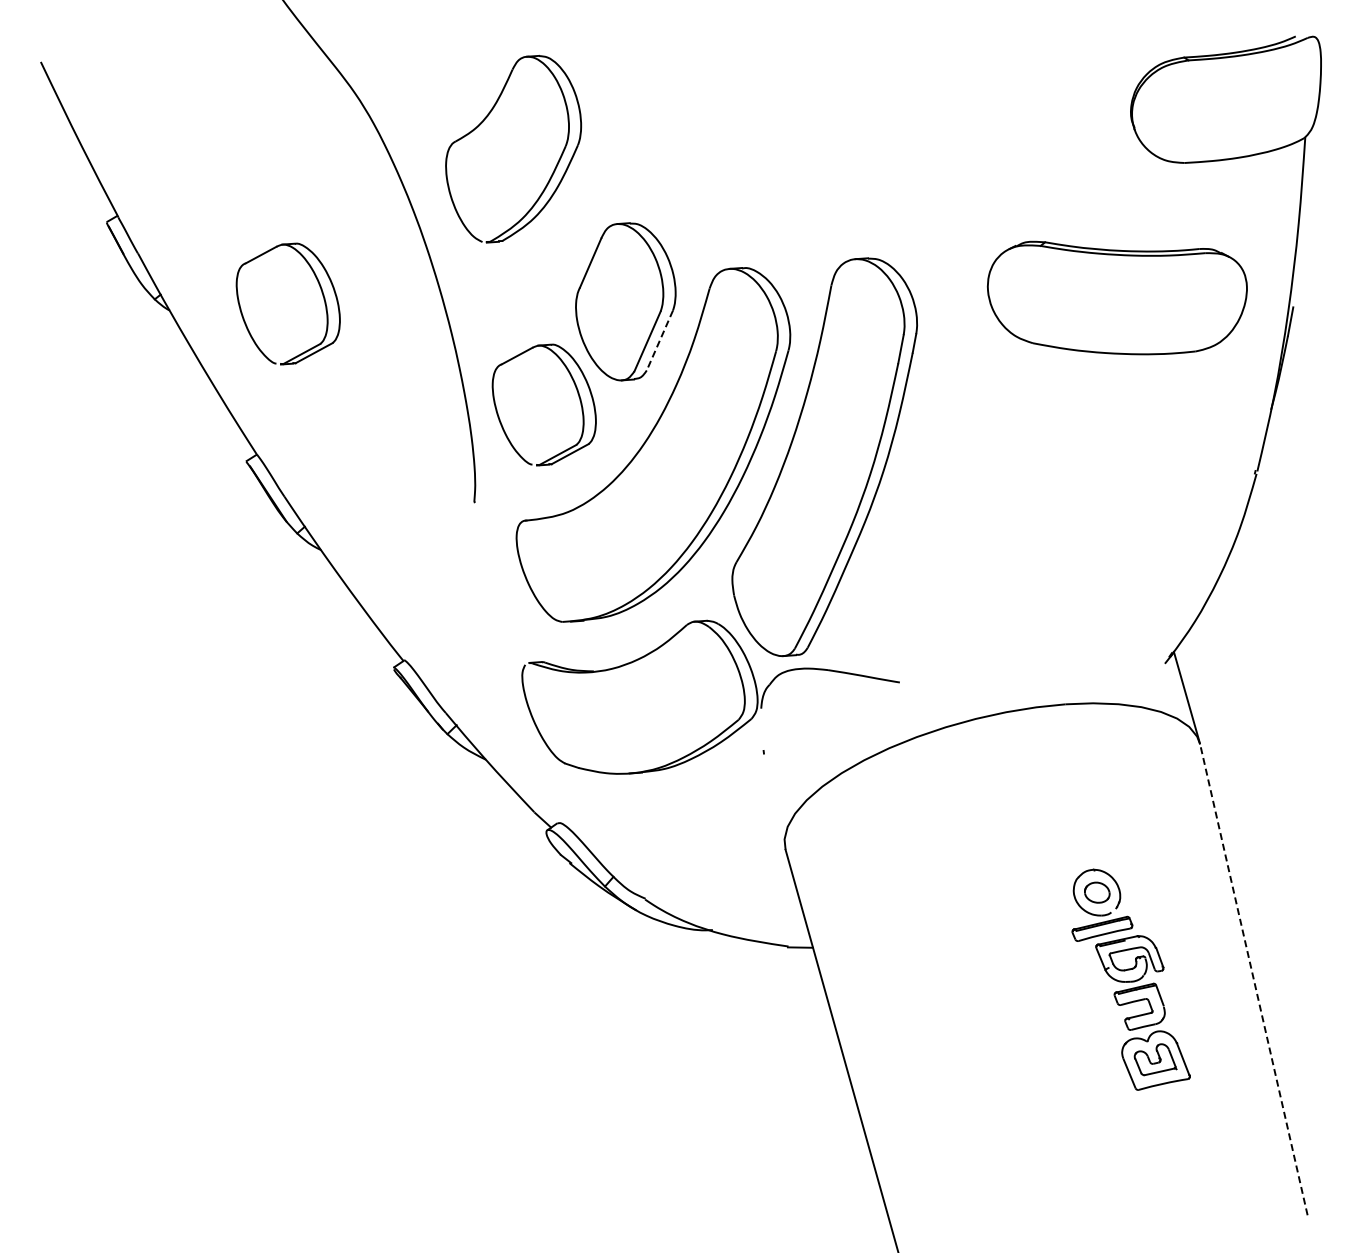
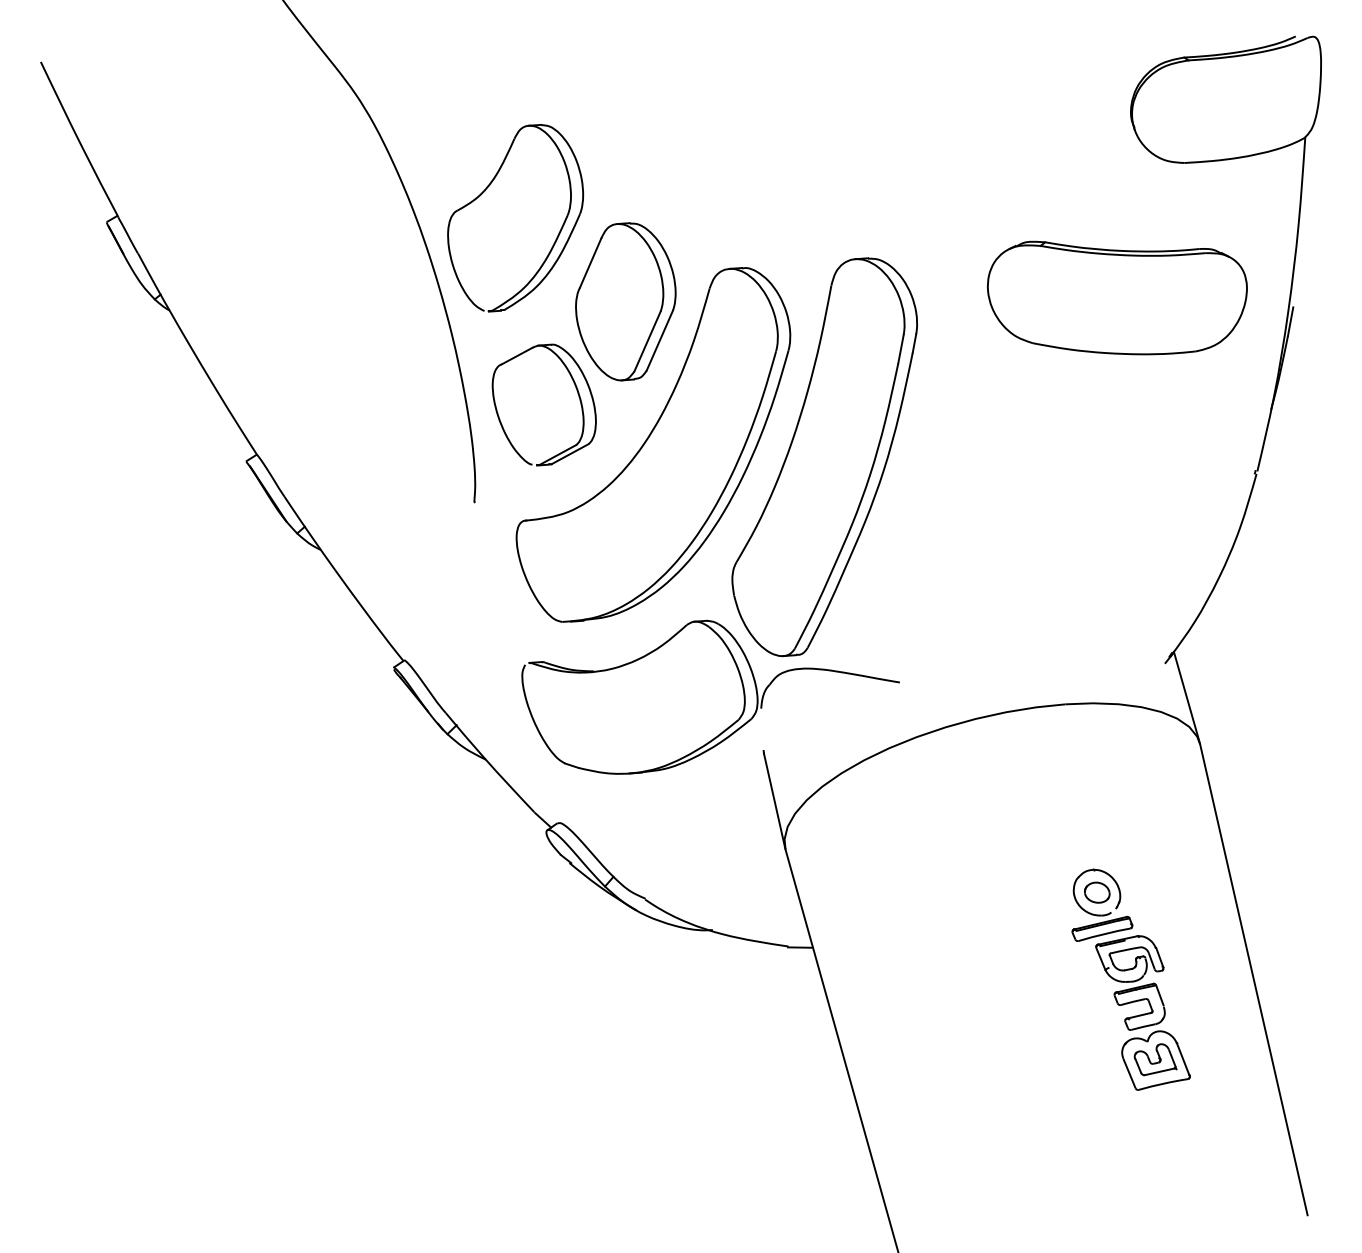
part at (483, 122) position: (483, 122) -> (485, 191)
part at (321, 293): present -> none
line at (659, 340): dashed -> solid
line at (774, 800): none -> present
line at (1253, 979): dashed -> solid
